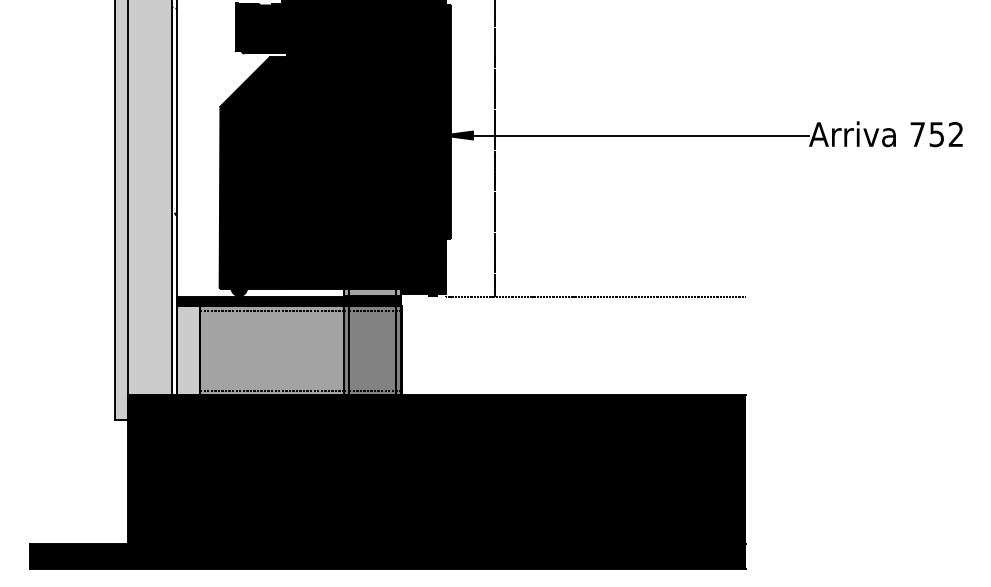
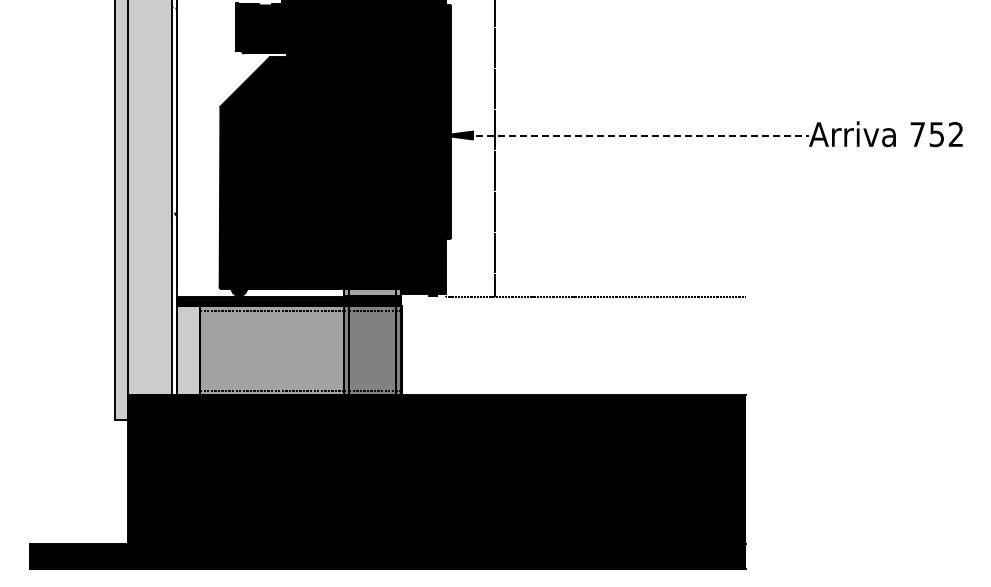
line at (625, 135): solid -> dashed
